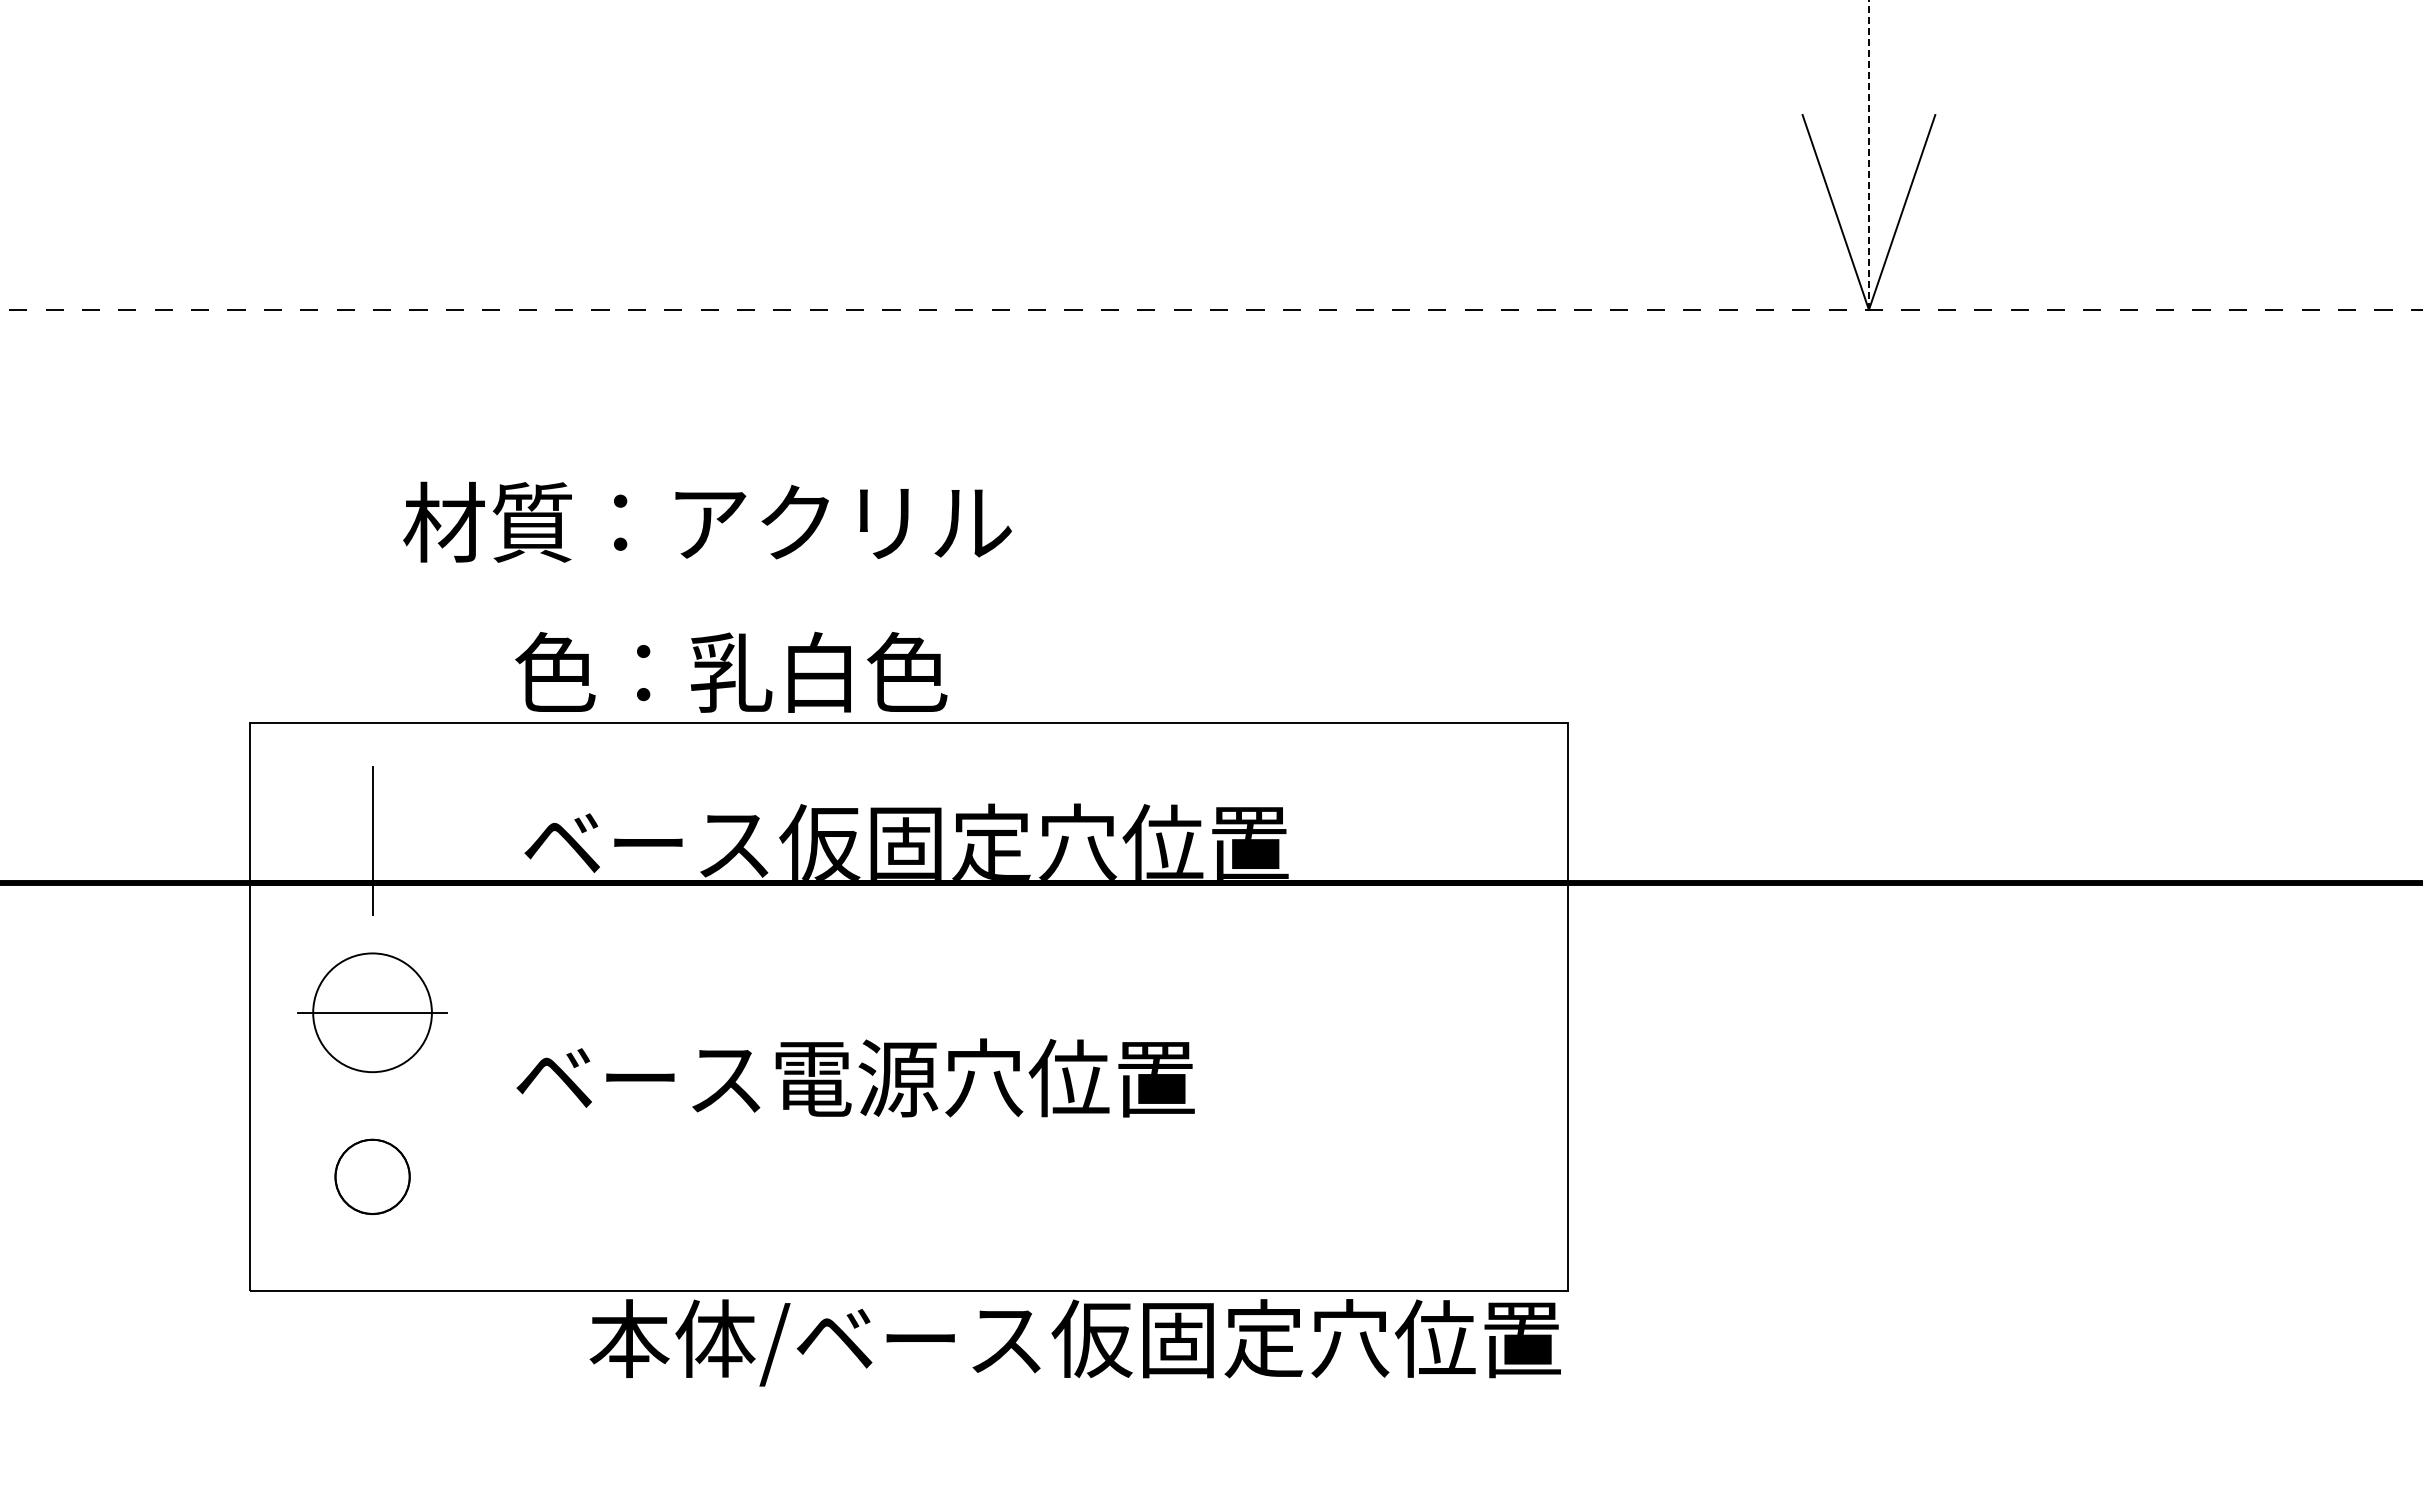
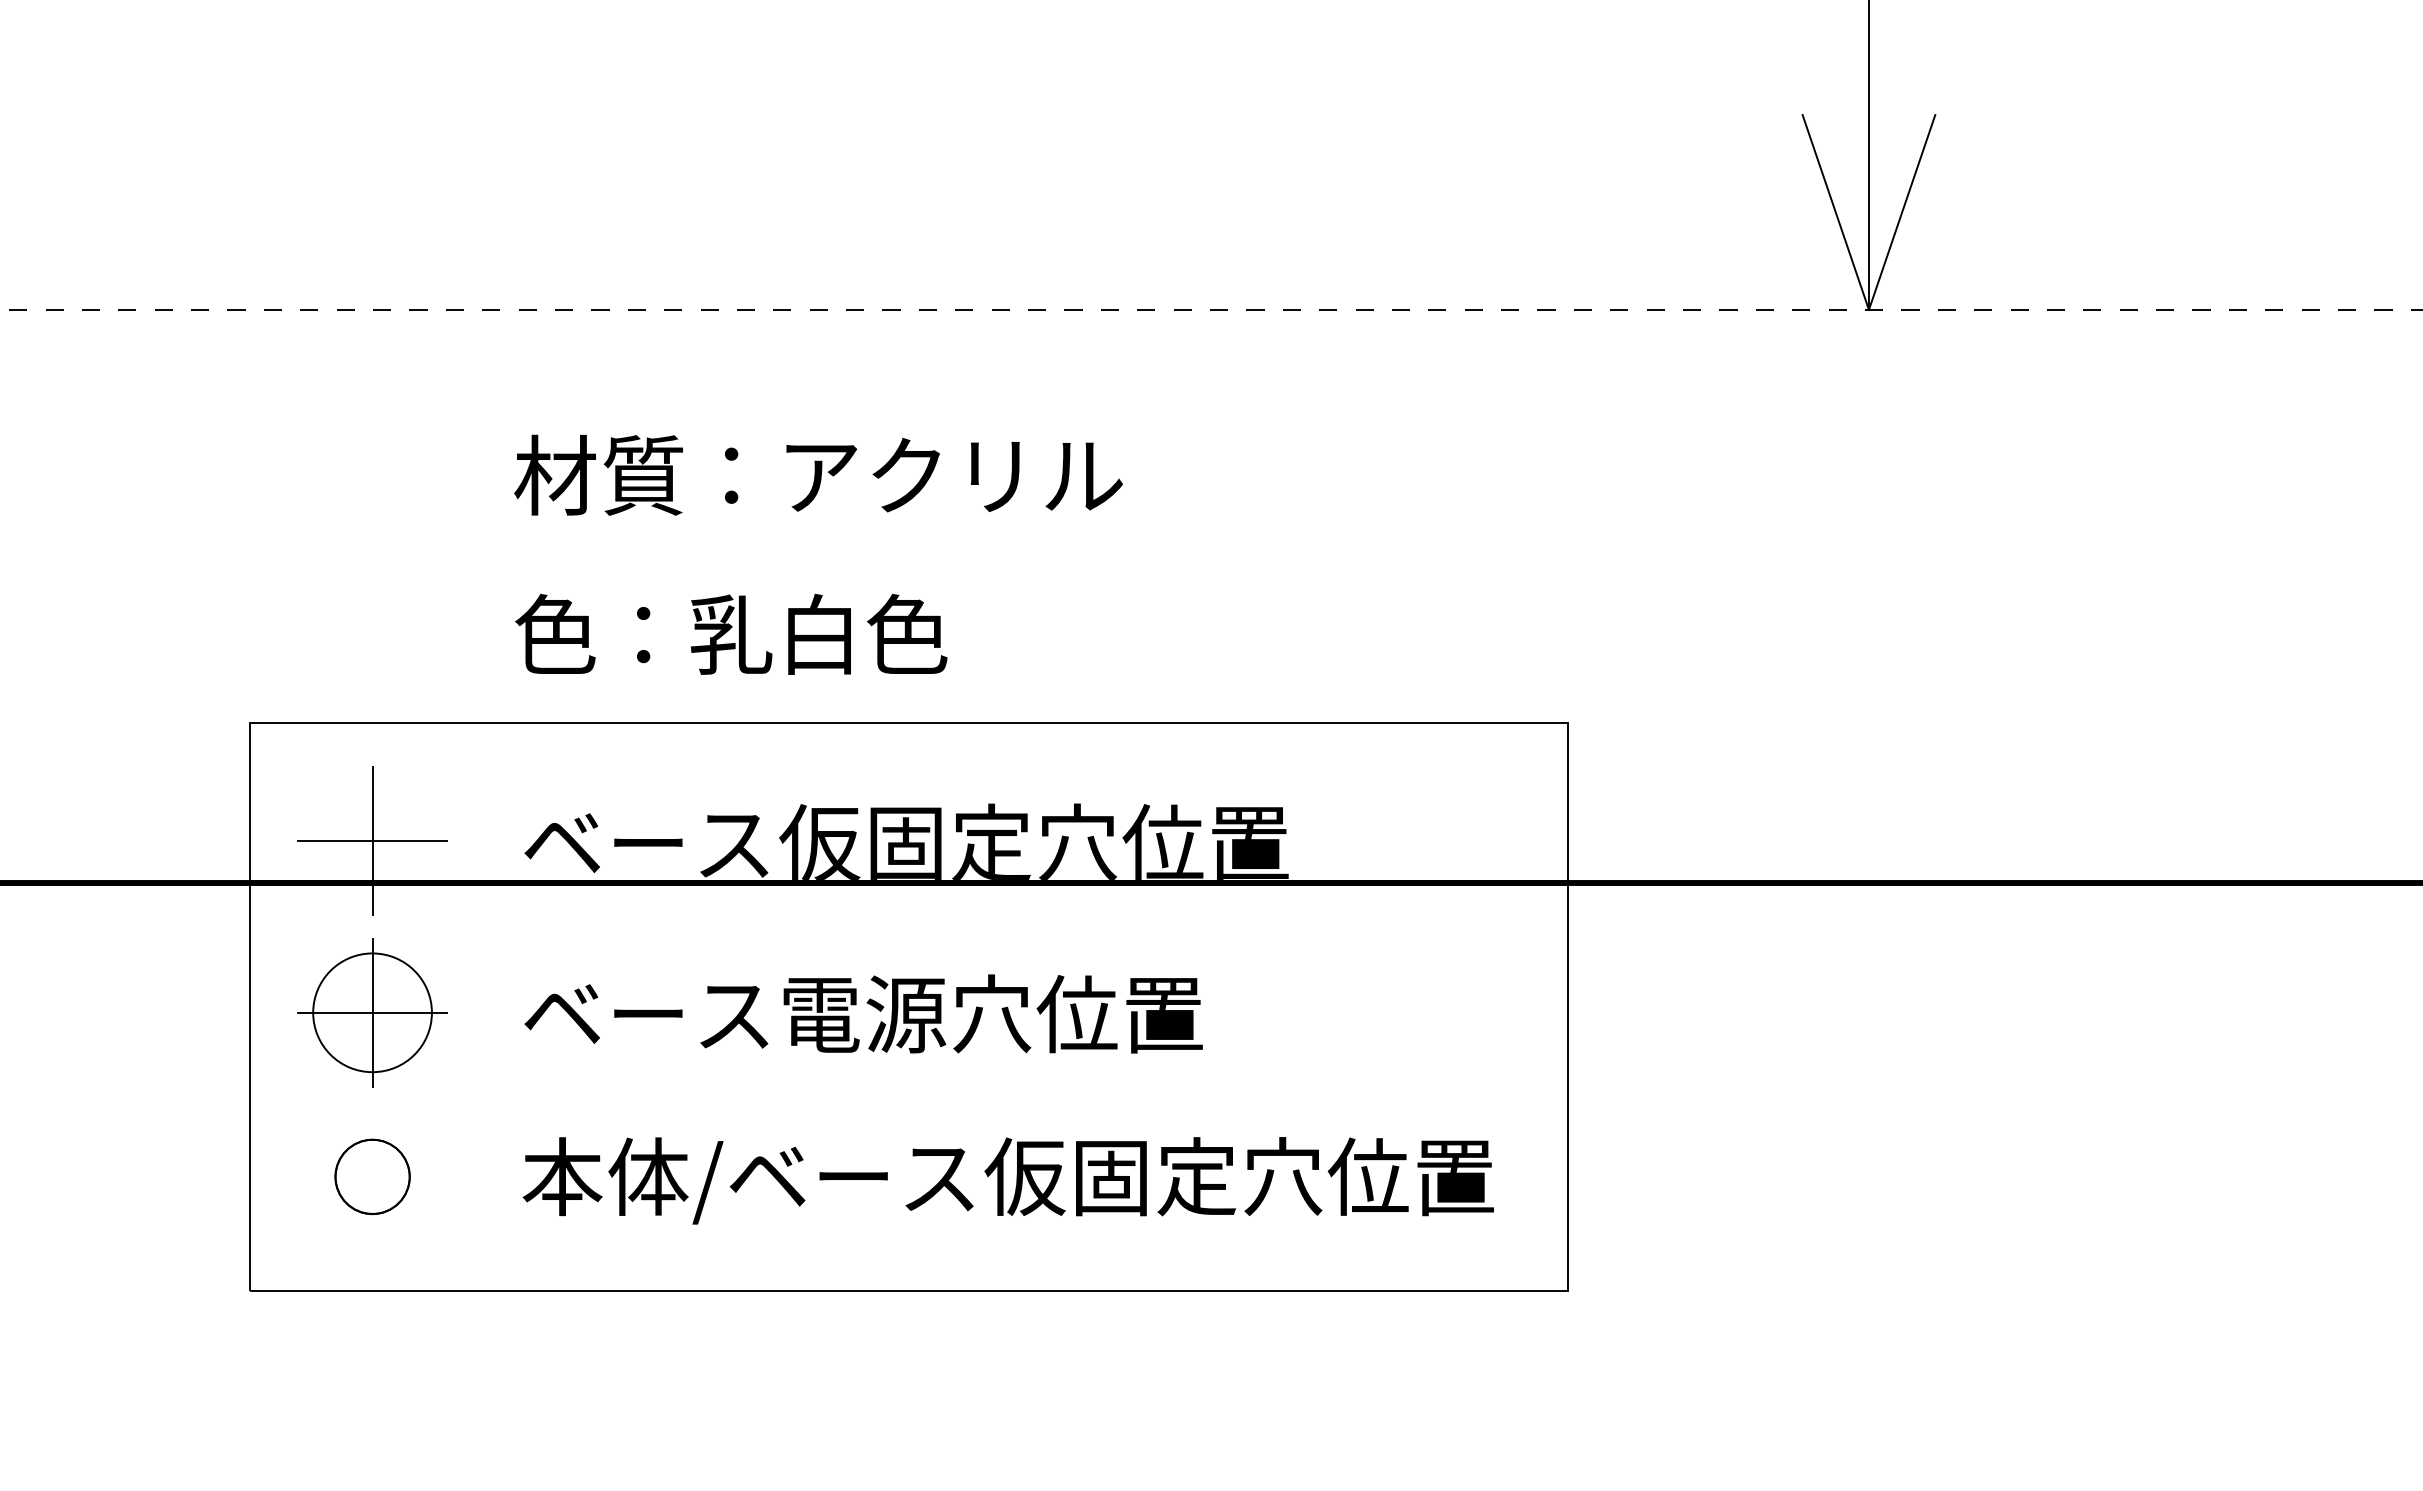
line at (1868, 154): dashed -> solid
text at (707, 521) position: (707, 521) -> (818, 474)
text at (731, 671) position: (731, 671) -> (731, 633)
line at (372, 840): none -> present
line at (372, 1012): none -> present
text at (855, 1077) position: (855, 1077) -> (863, 1013)
text at (1074, 1342) position: (1074, 1342) -> (1007, 1180)
